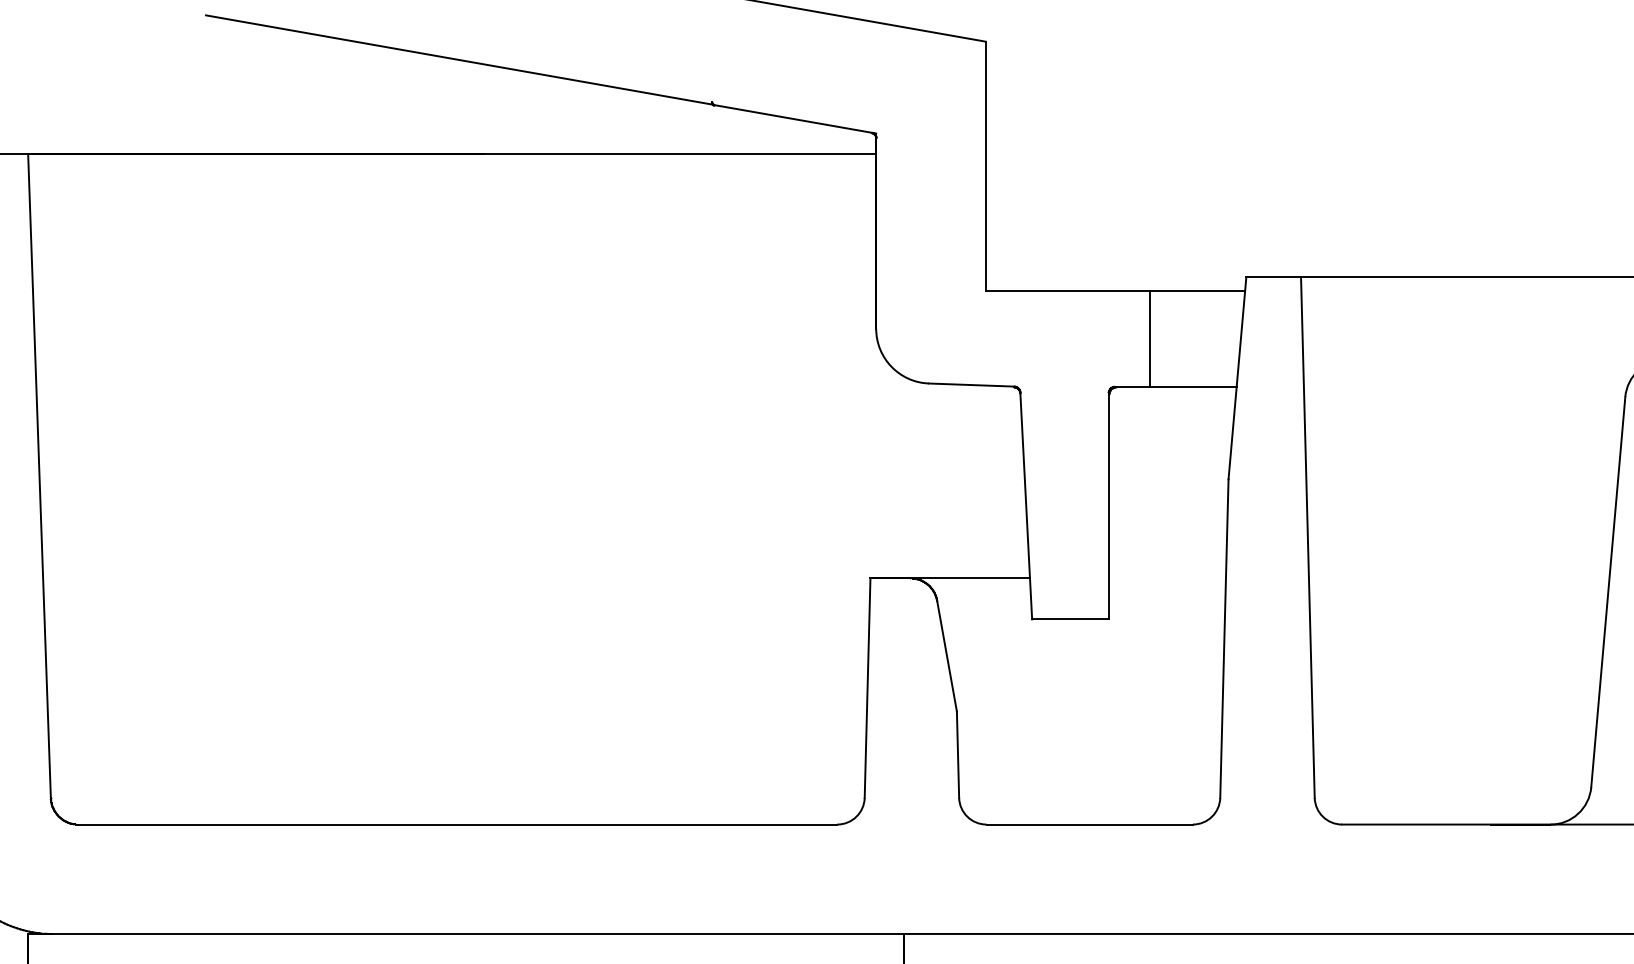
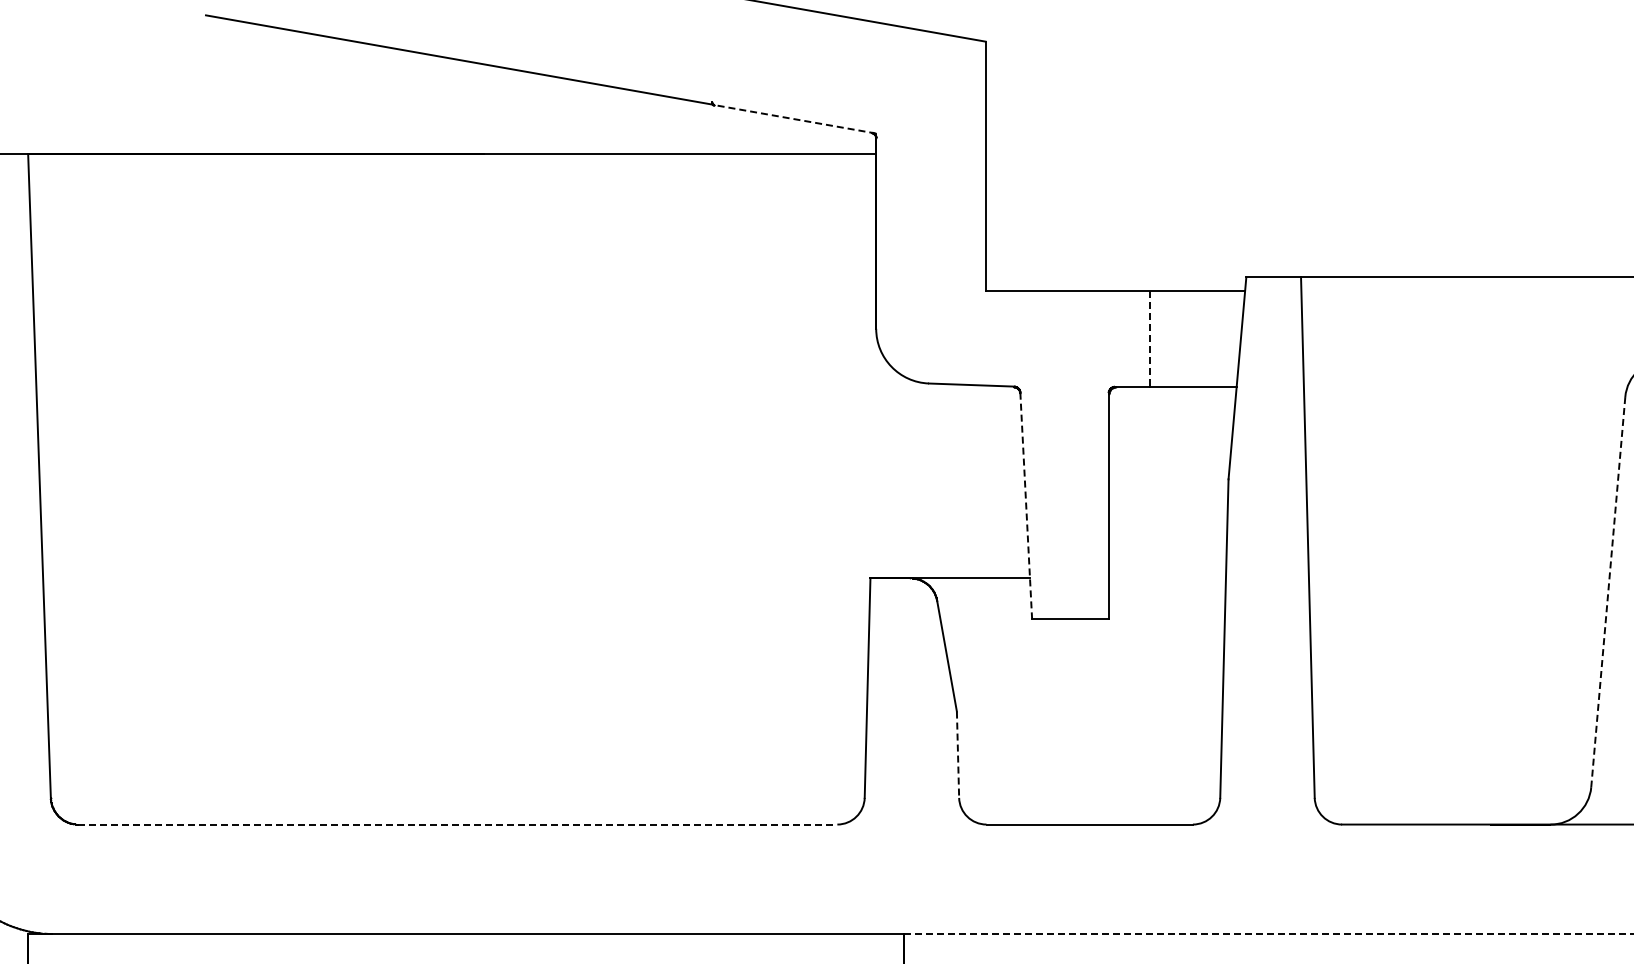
line at (794, 119): solid -> dashed
line at (1149, 338): solid -> dashed
line at (1026, 505): solid -> dashed
line at (1608, 592): solid -> dashed
line at (958, 755): solid -> dashed
line at (457, 824): solid -> dashed
line at (1268, 933): solid -> dashed
